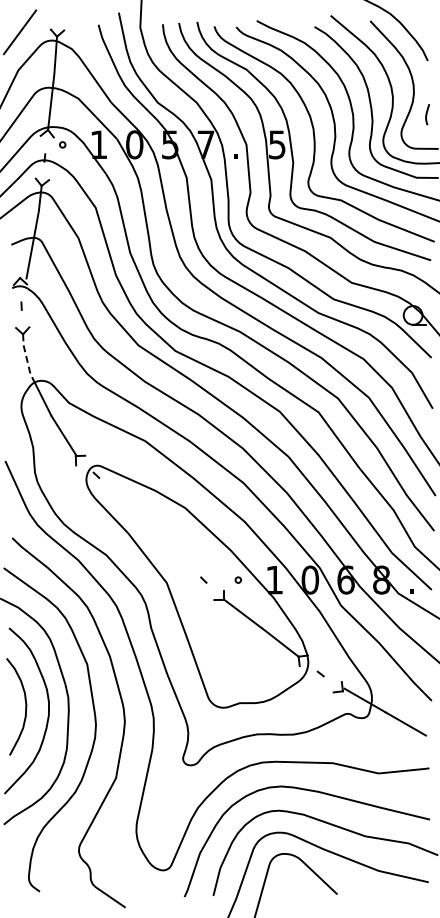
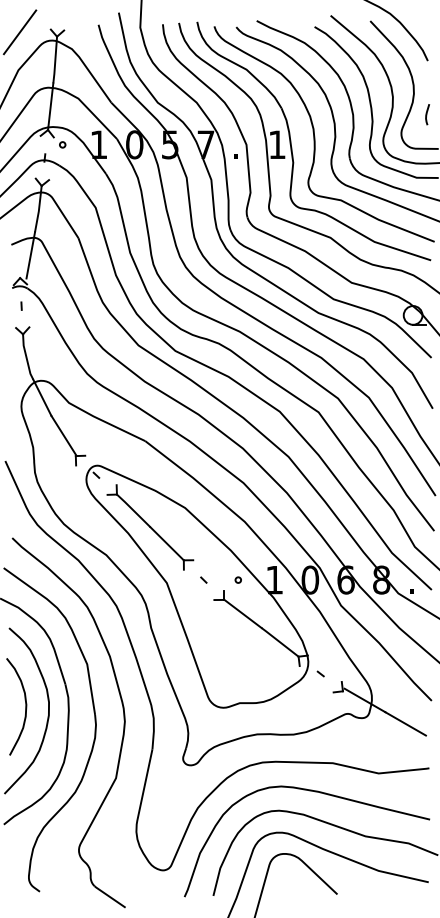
text at (277, 144): 5 -> 1
line at (26, 357): dashed -> solid
part at (150, 527): none -> present
